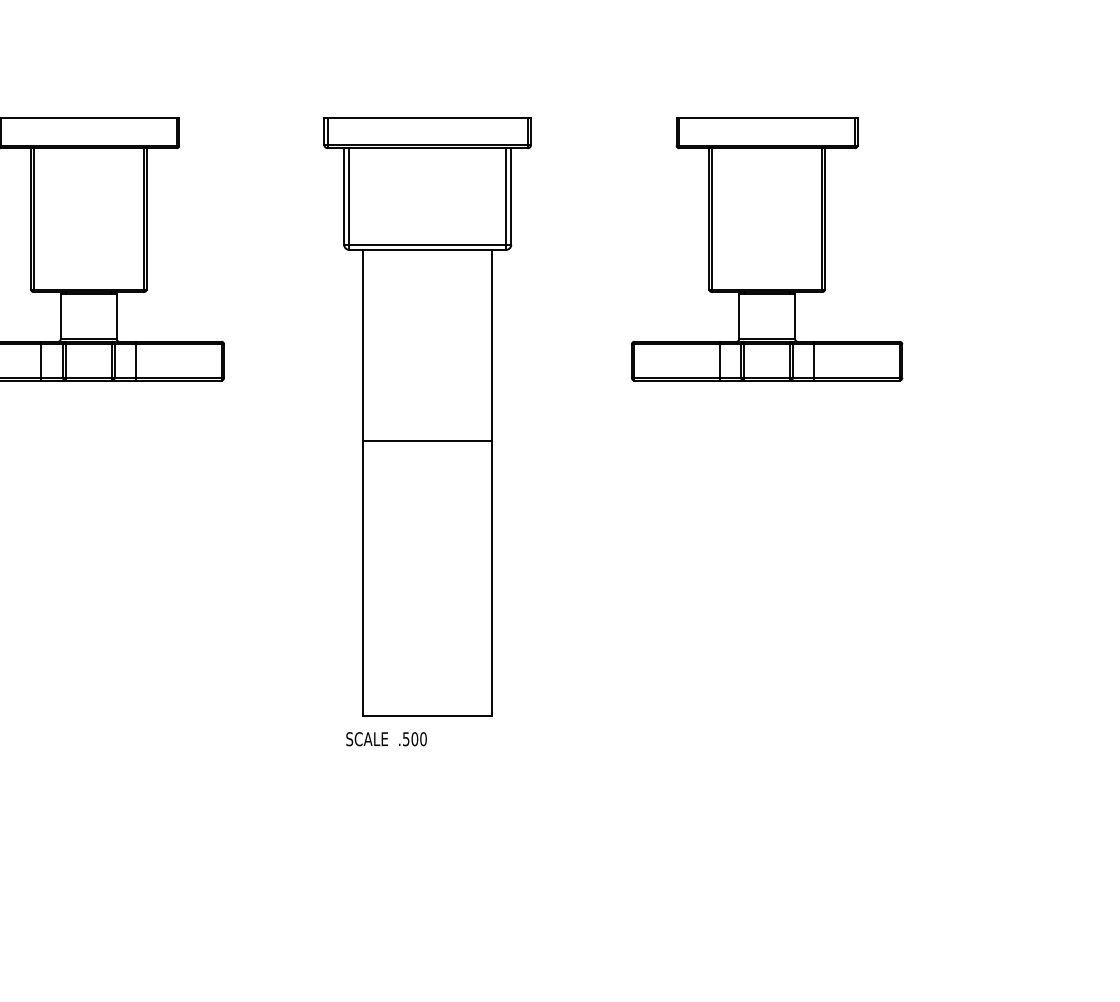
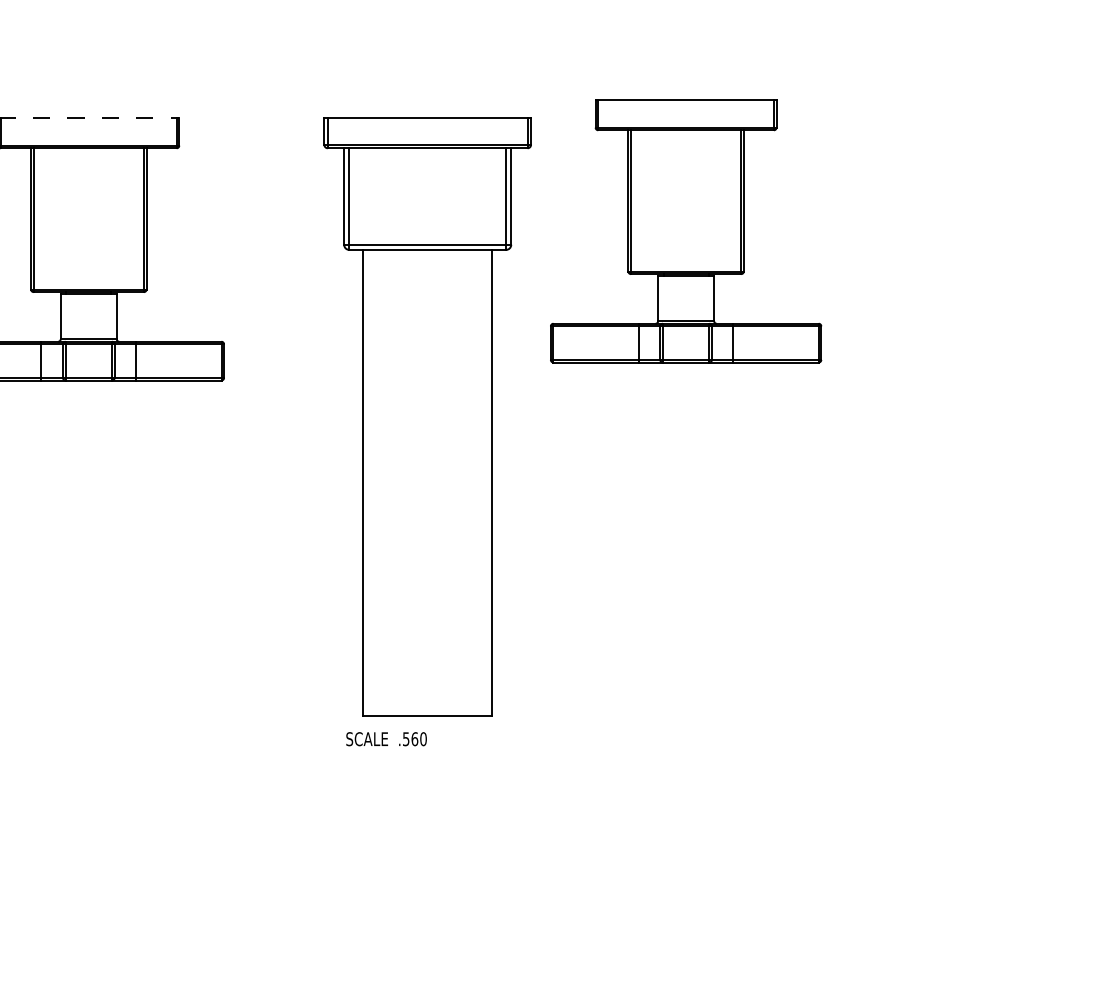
line at (90, 118): solid -> dashed
part at (767, 249) position: (767, 249) -> (686, 231)
line at (427, 441): present -> none
text at (414, 738): .500 -> .560
